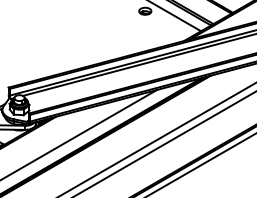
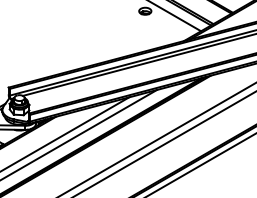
line at (65, 133): none -> present
